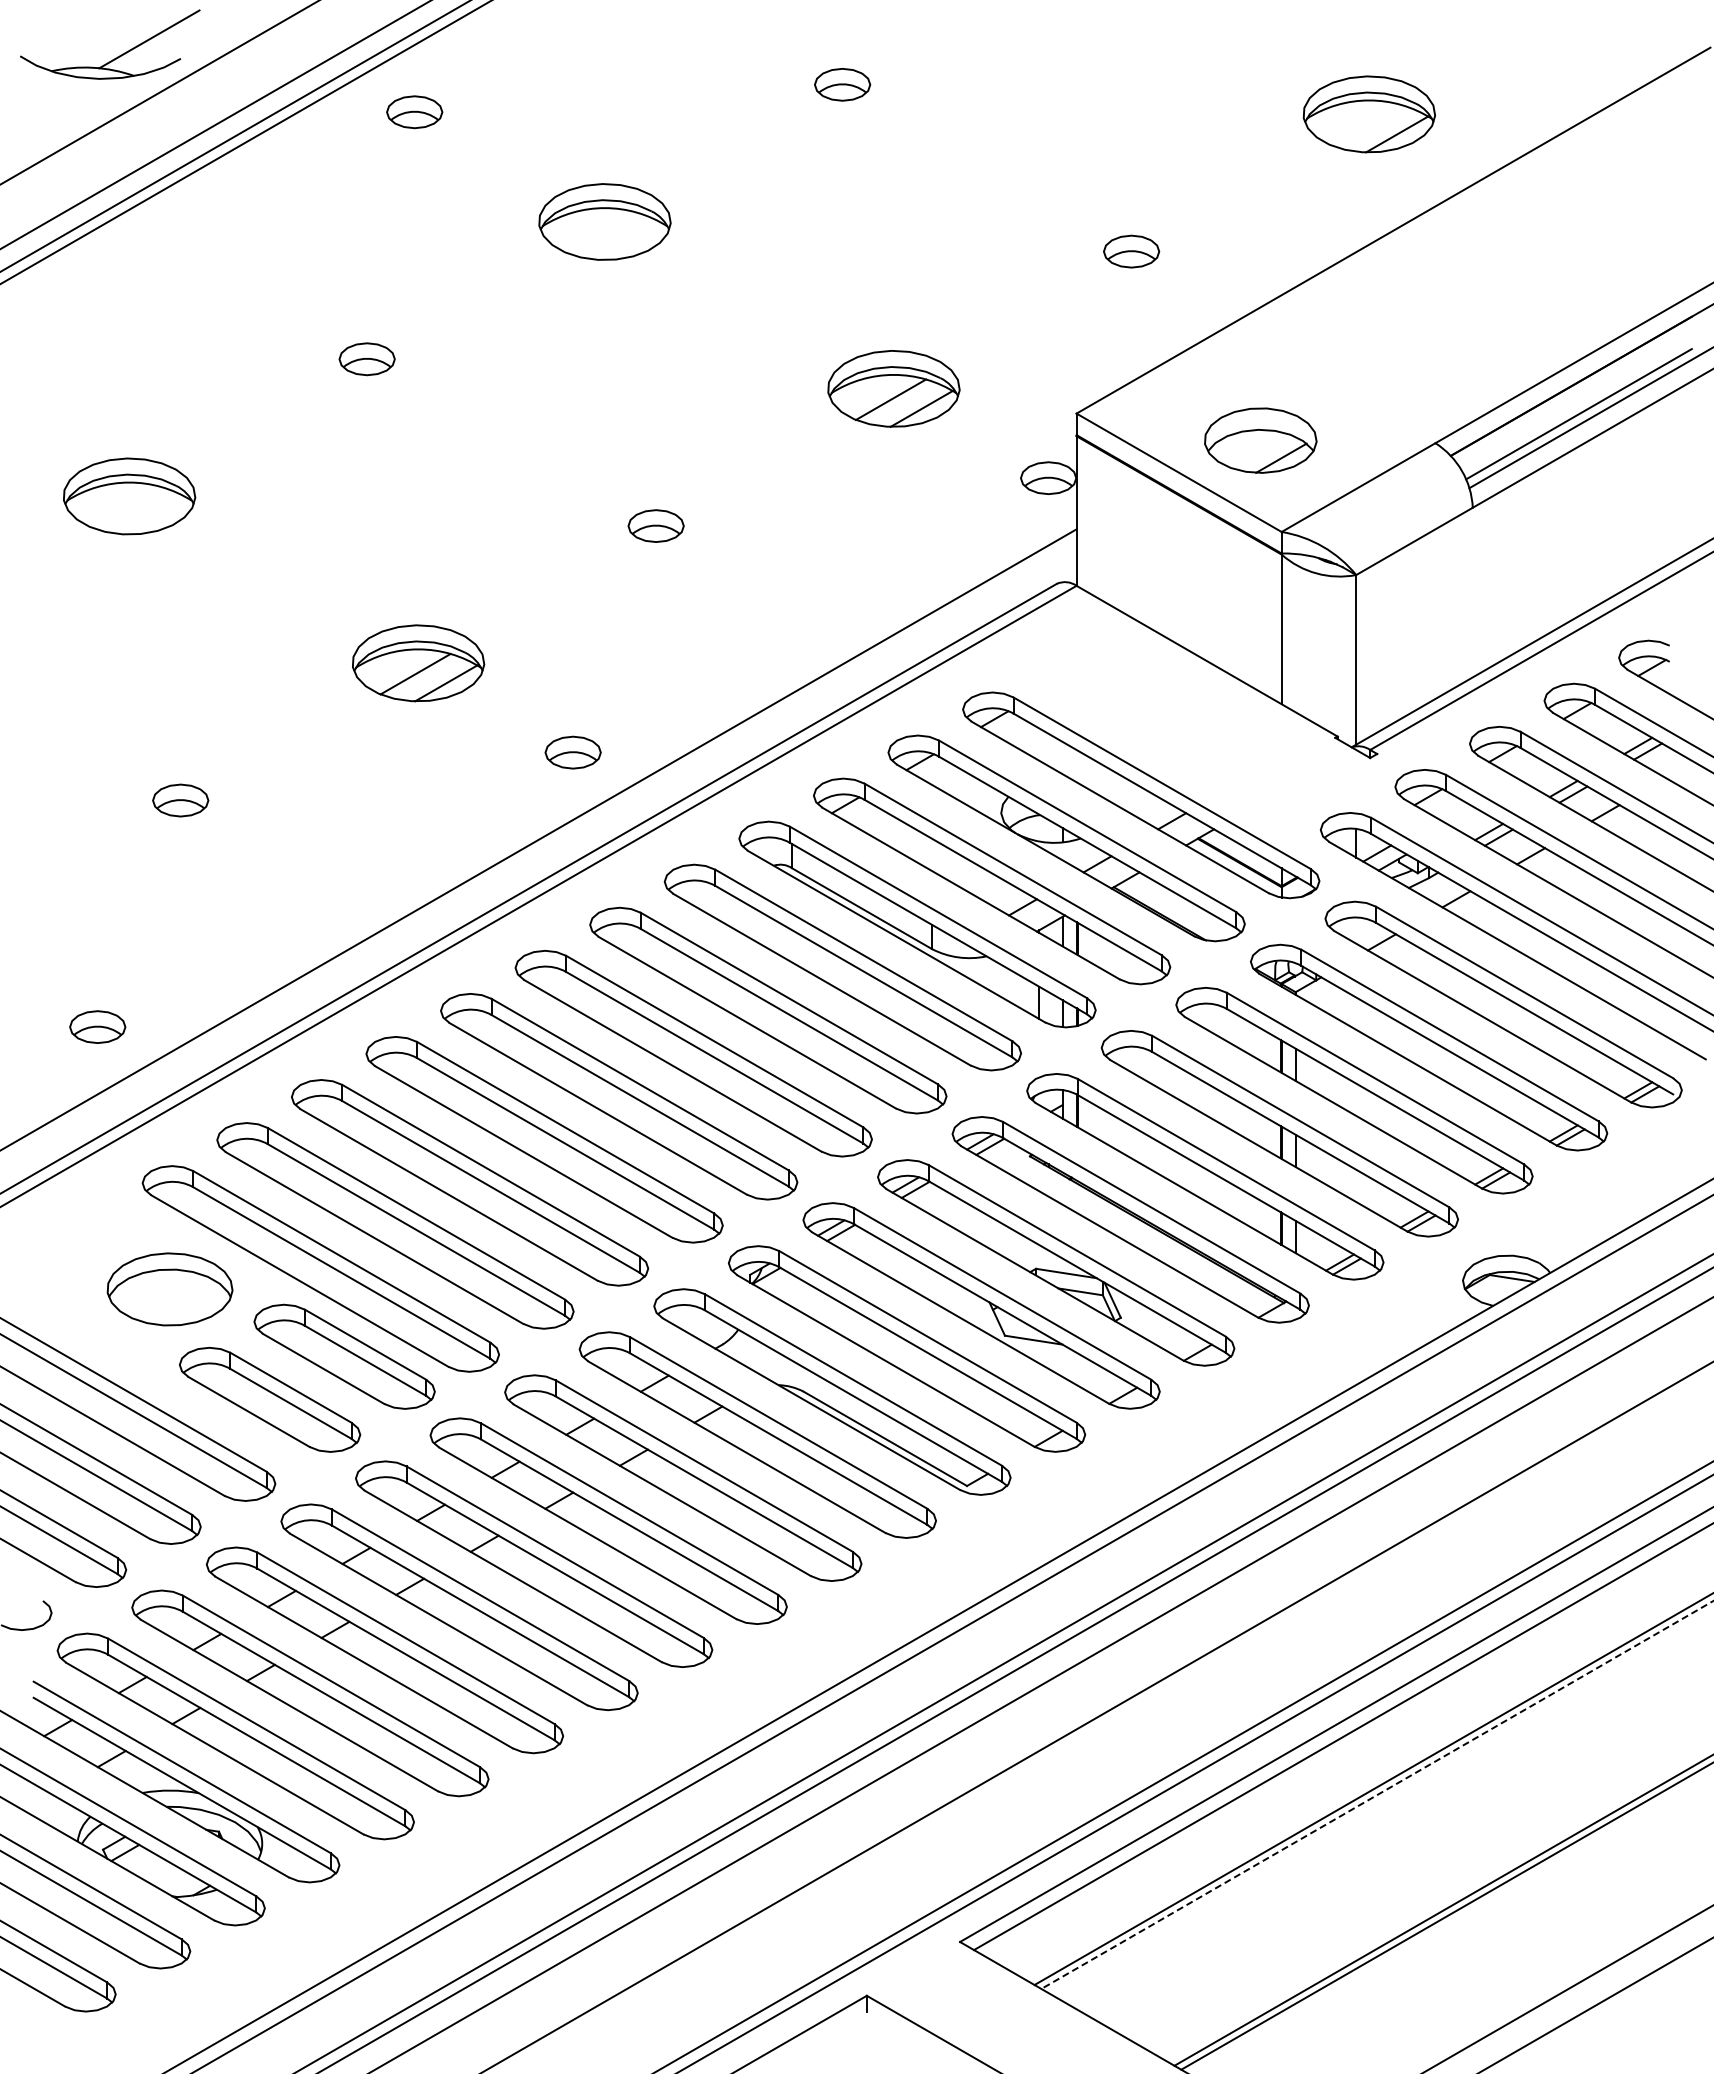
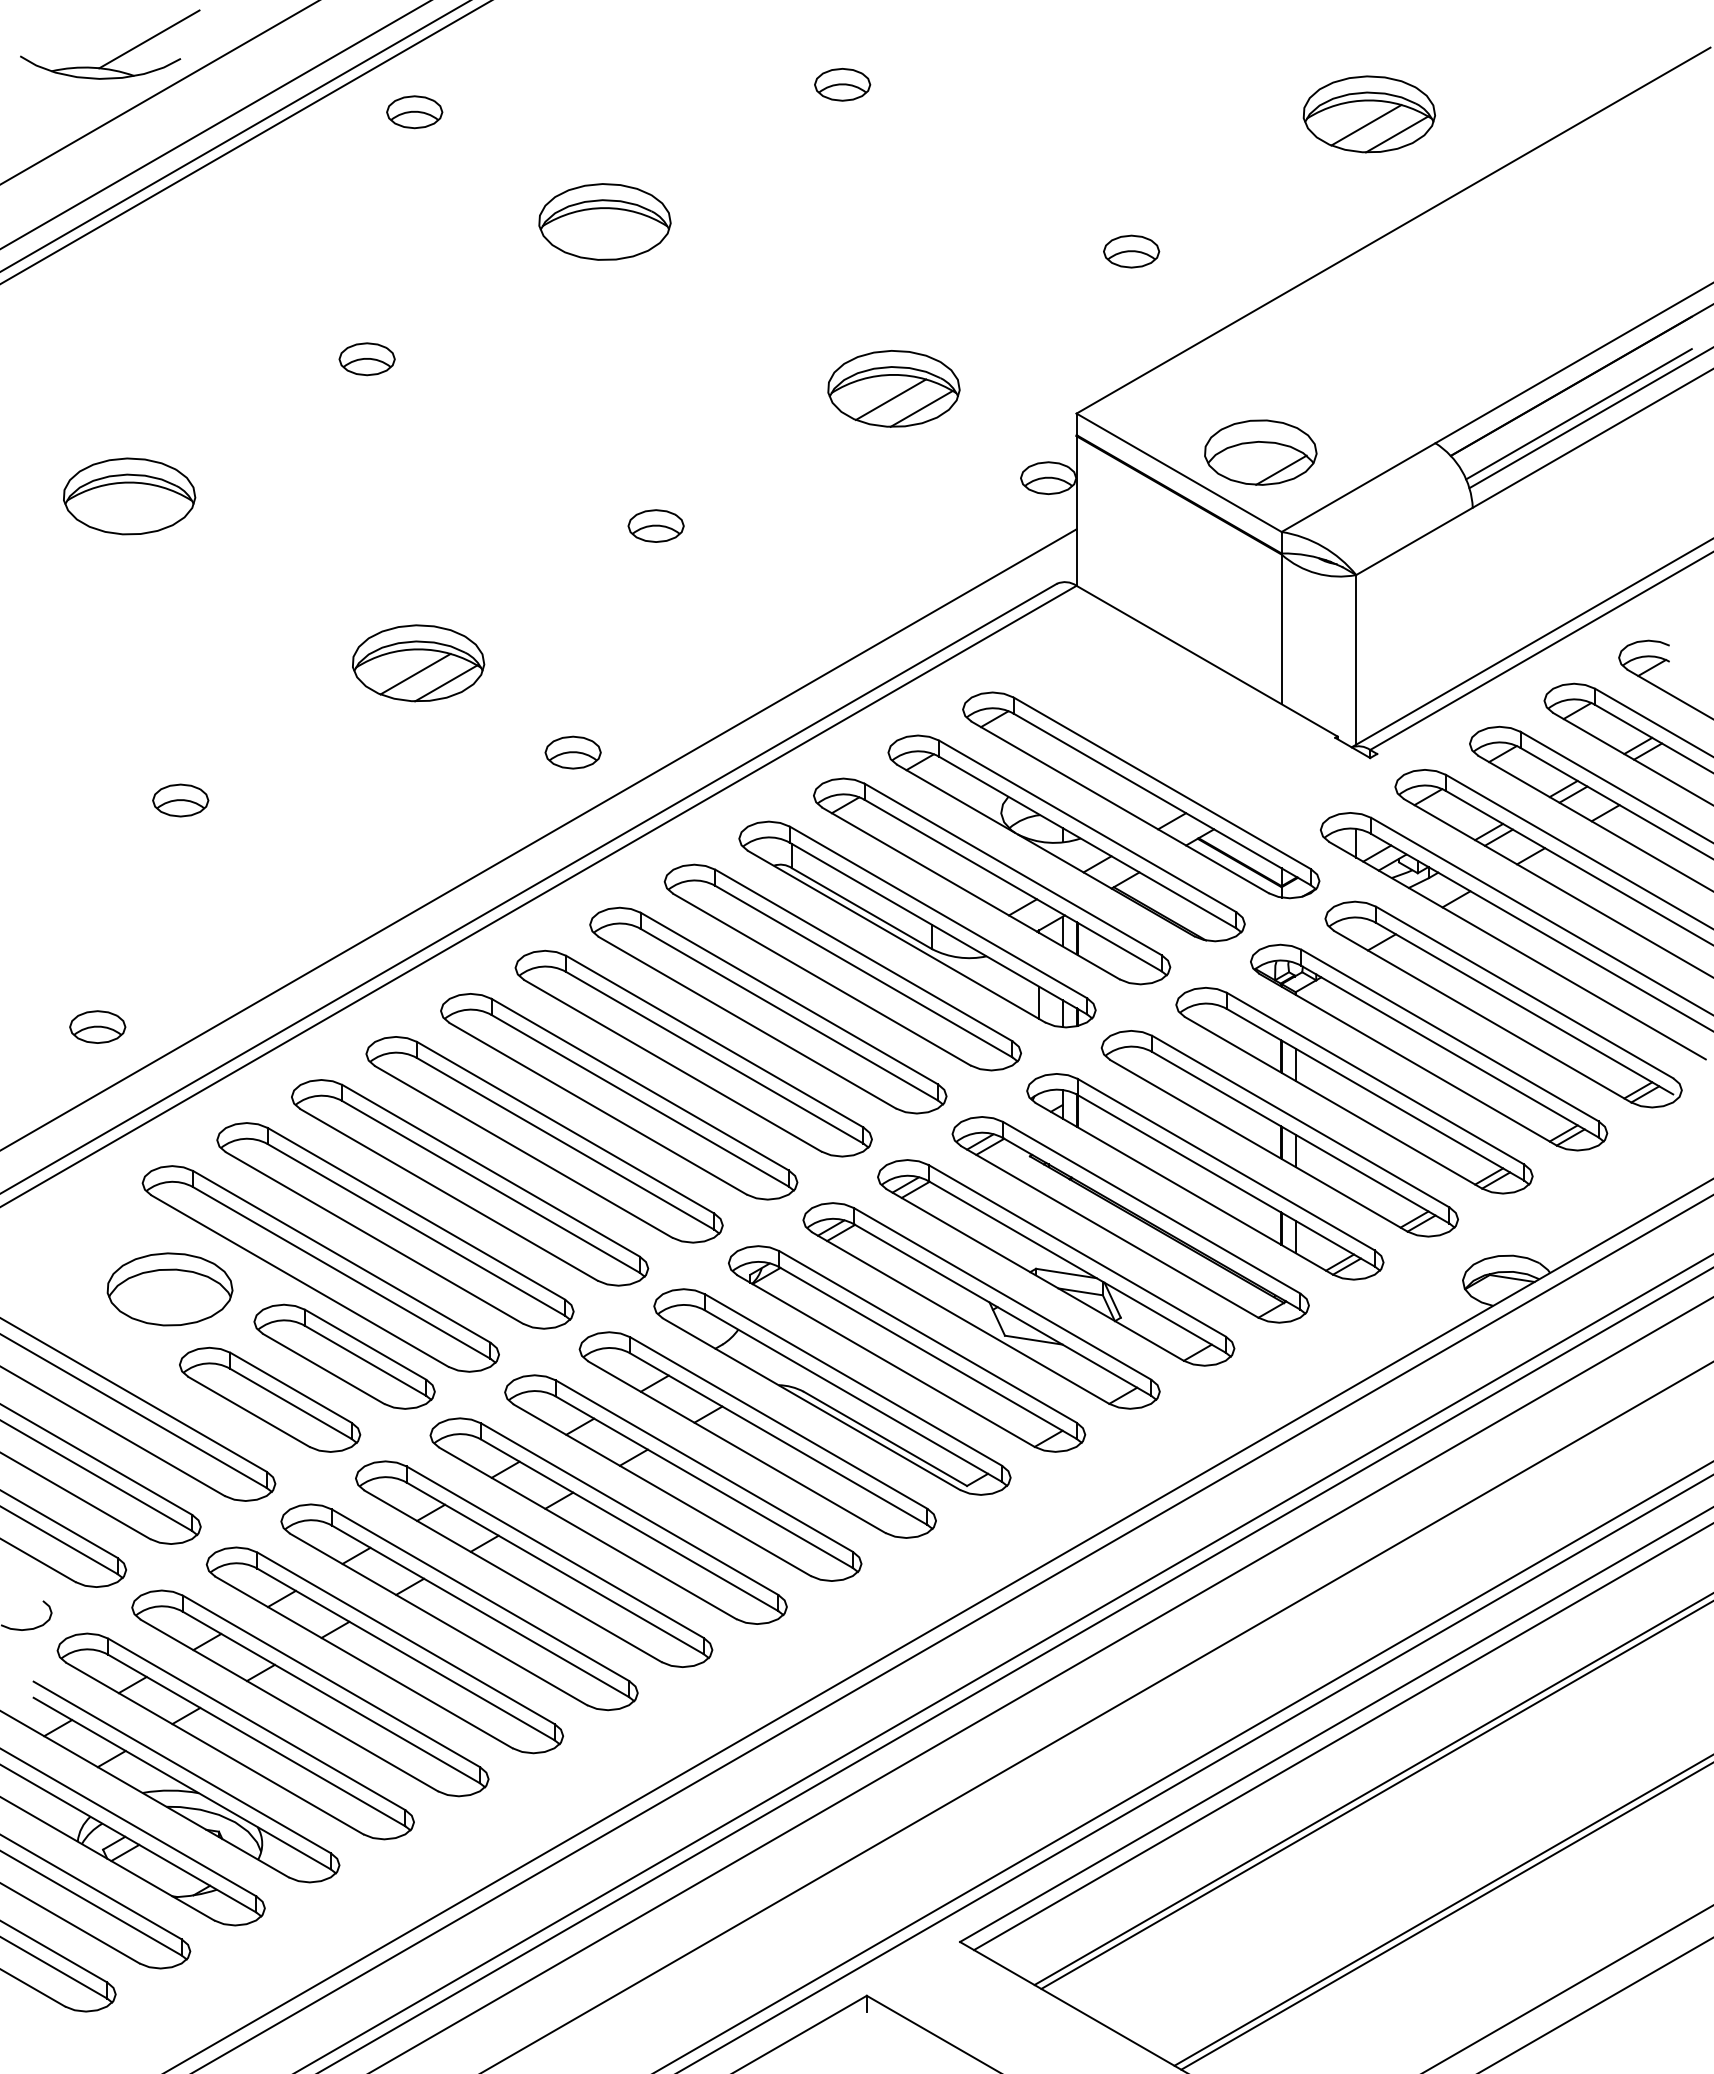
line at (1366, 125): none -> present
part at (1260, 440) position: (1260, 440) -> (1260, 452)
line at (1377, 1794): dashed -> solid
